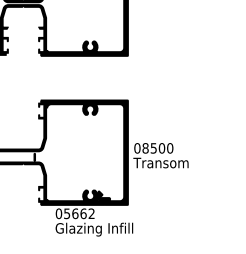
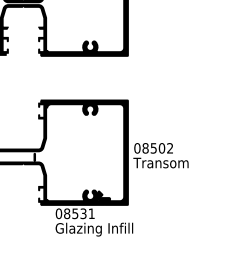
text at (170, 148): 08500 -> 08502
text at (79, 213): 05662 -> 08531
